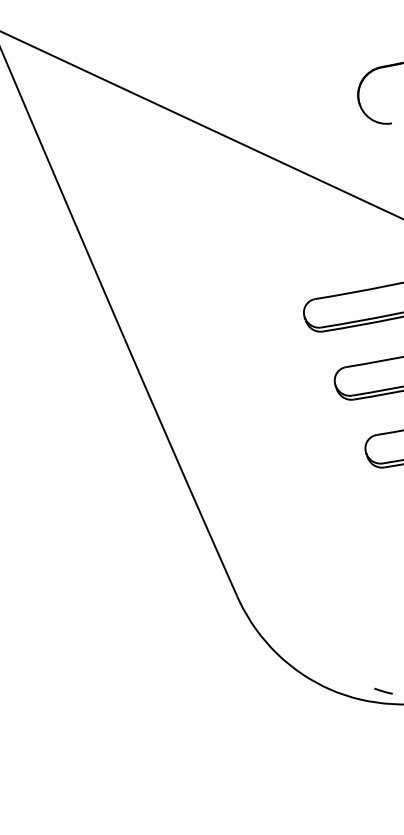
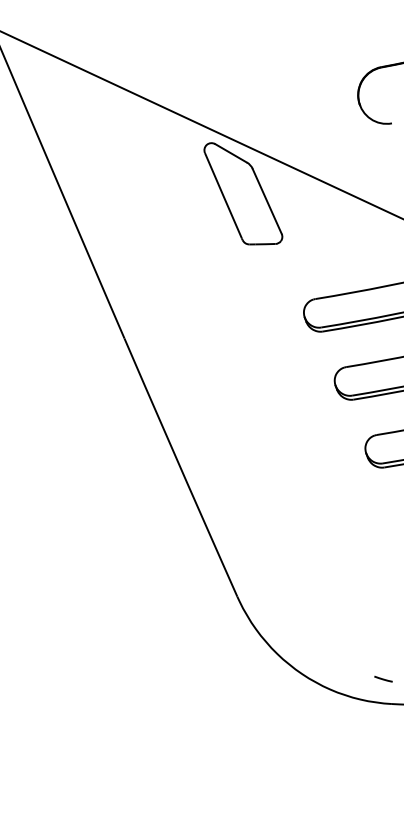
part at (243, 193): none -> present
line at (383, 690) position: (383, 690) -> (383, 678)
